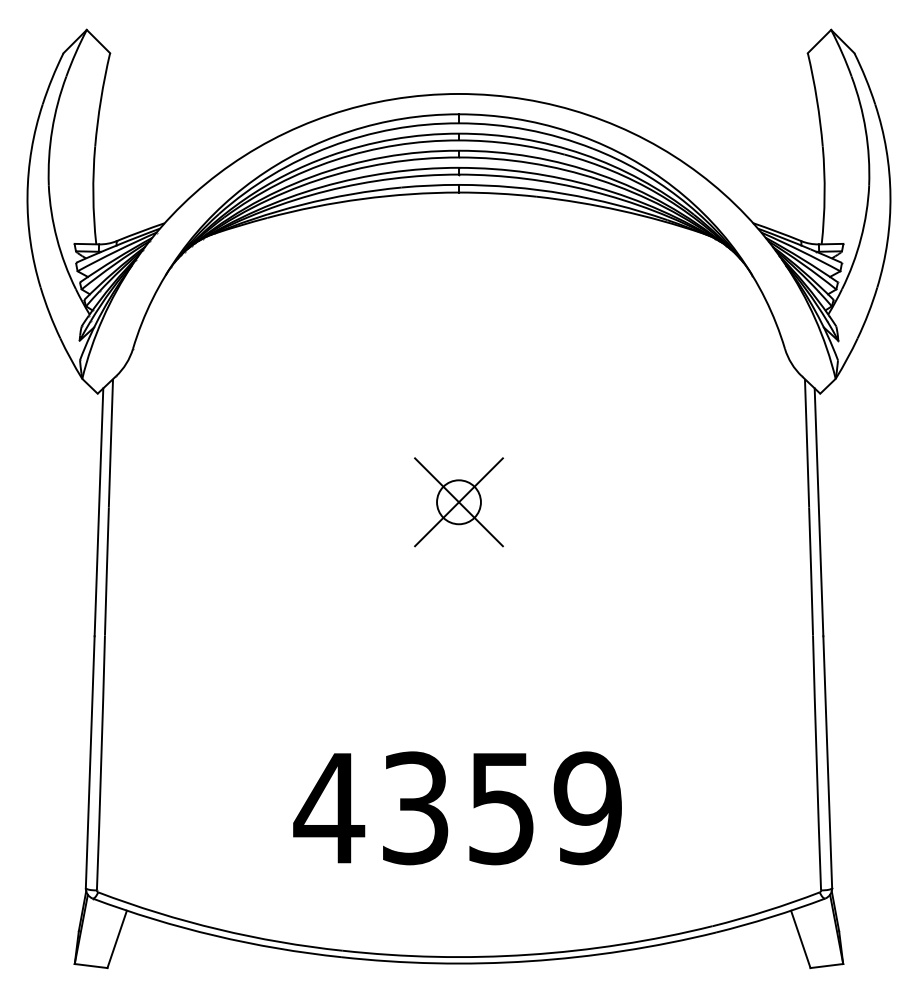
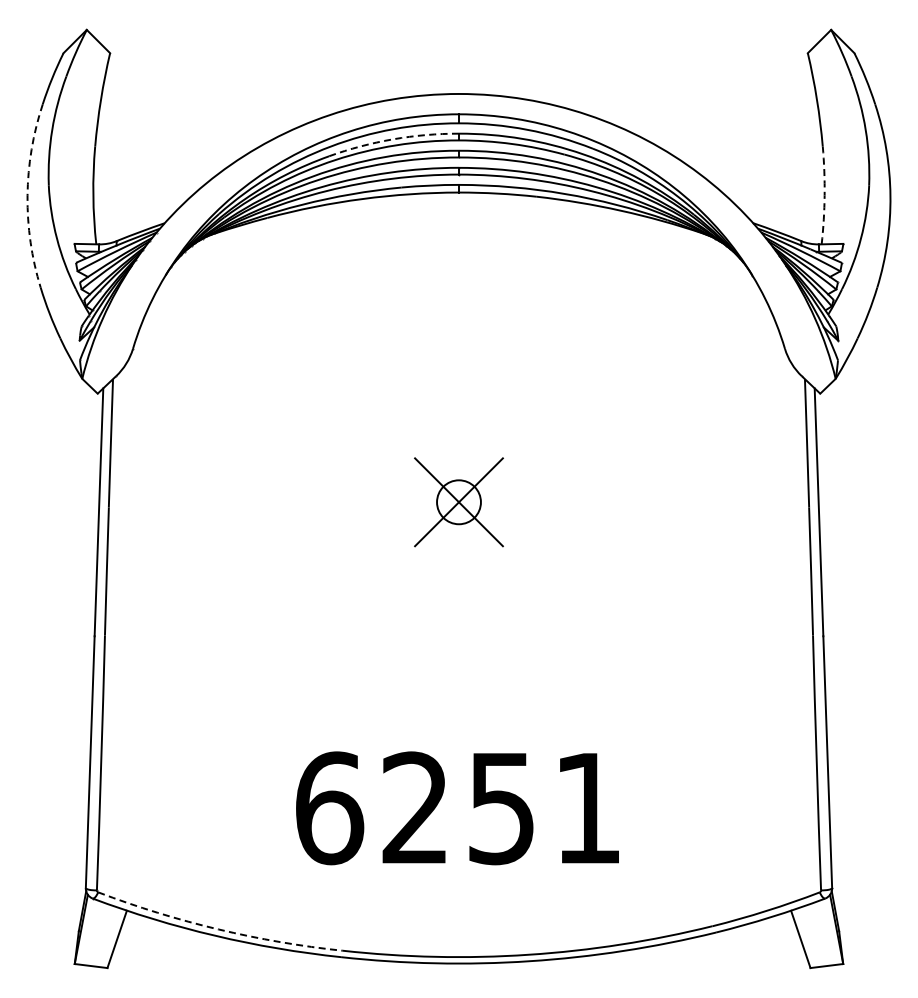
arc at (393, 139): solid -> dashed
arc at (27, 195): solid -> dashed
arc at (824, 195): solid -> dashed
text at (457, 808): 4359 -> 6251
arc at (218, 929): solid -> dashed
